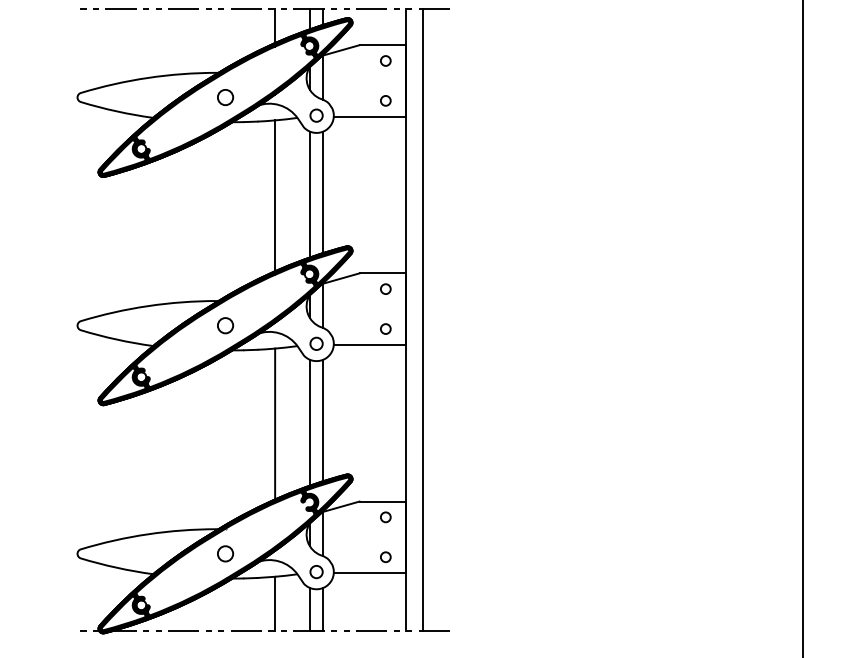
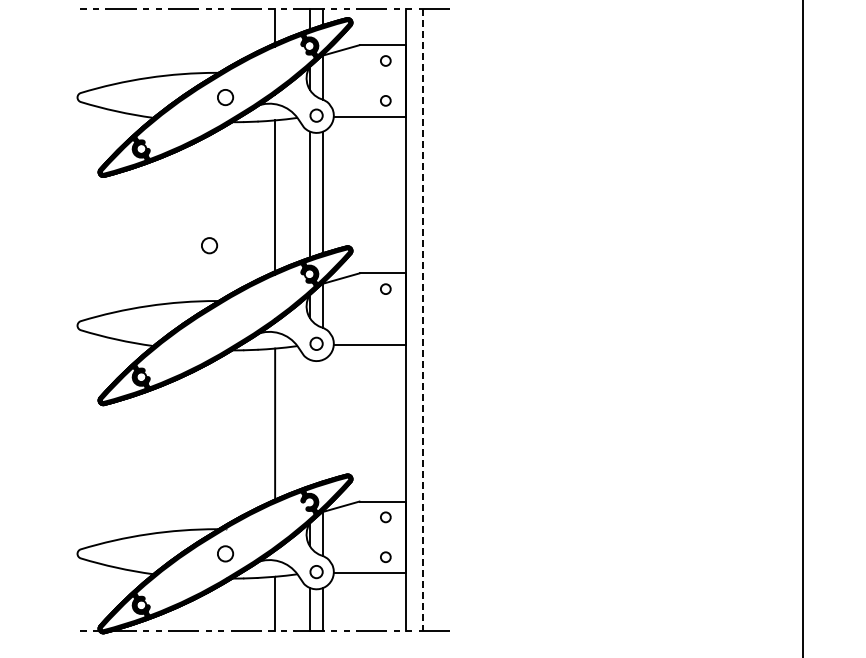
line at (423, 320): solid -> dashed
circle at (225, 325) position: (225, 325) -> (209, 245)
circle at (385, 328): present -> none
line at (323, 420): present -> none
line at (309, 422): present -> none
